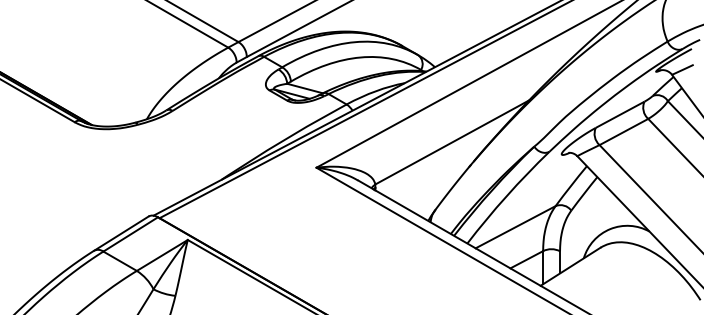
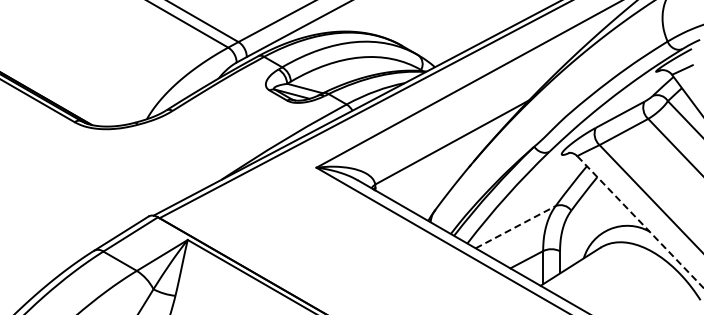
line at (641, 222): solid -> dashed
line at (516, 226): solid -> dashed
